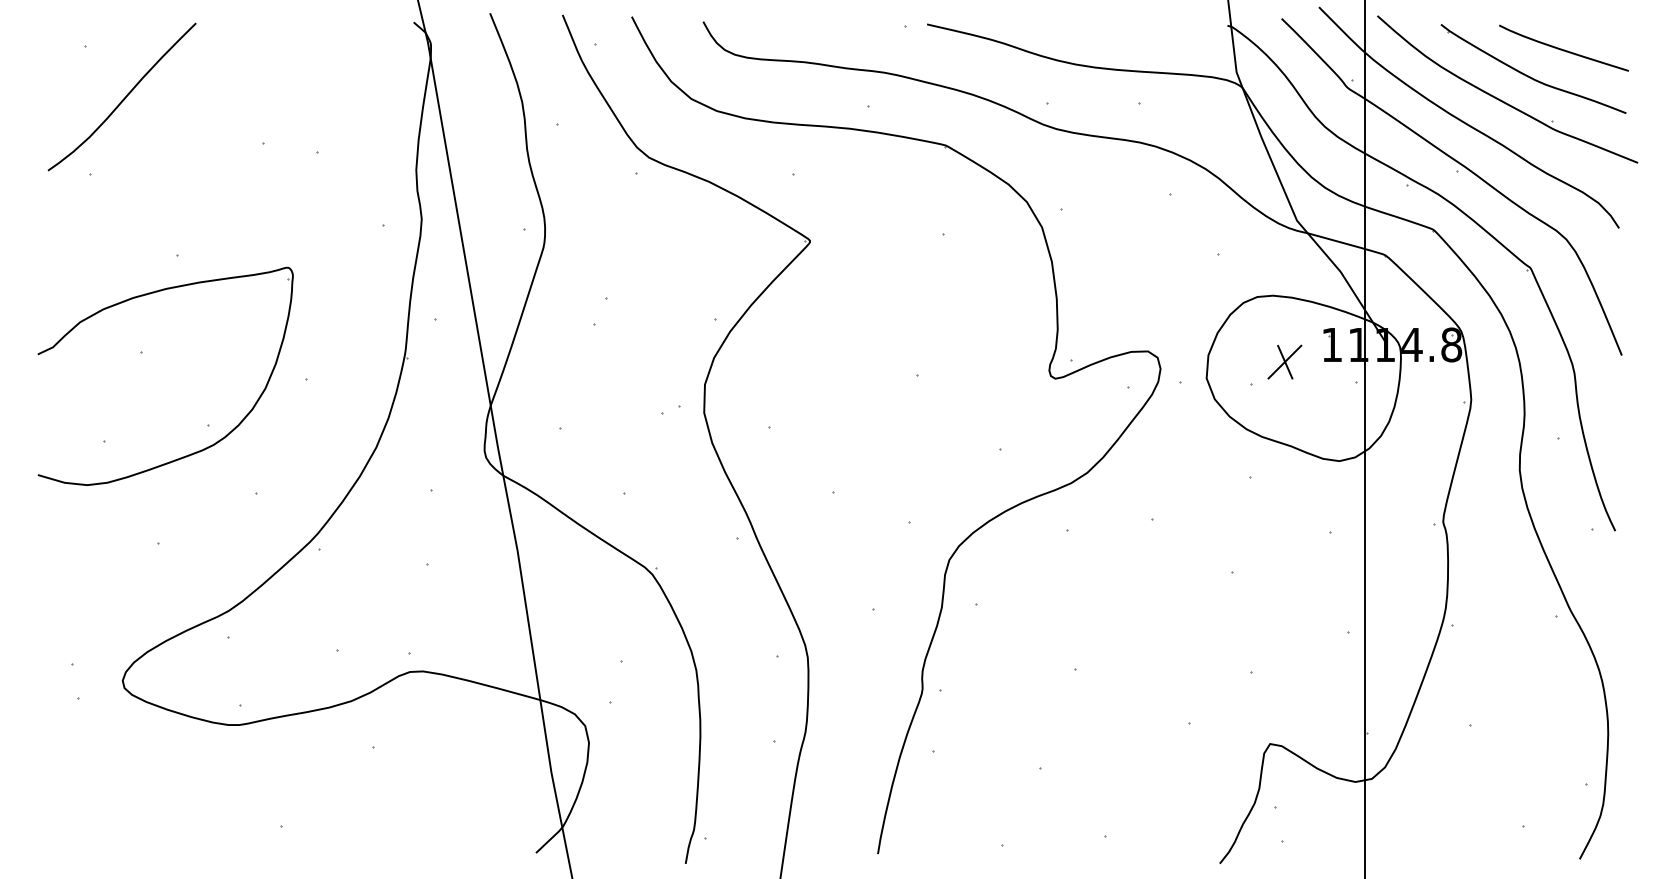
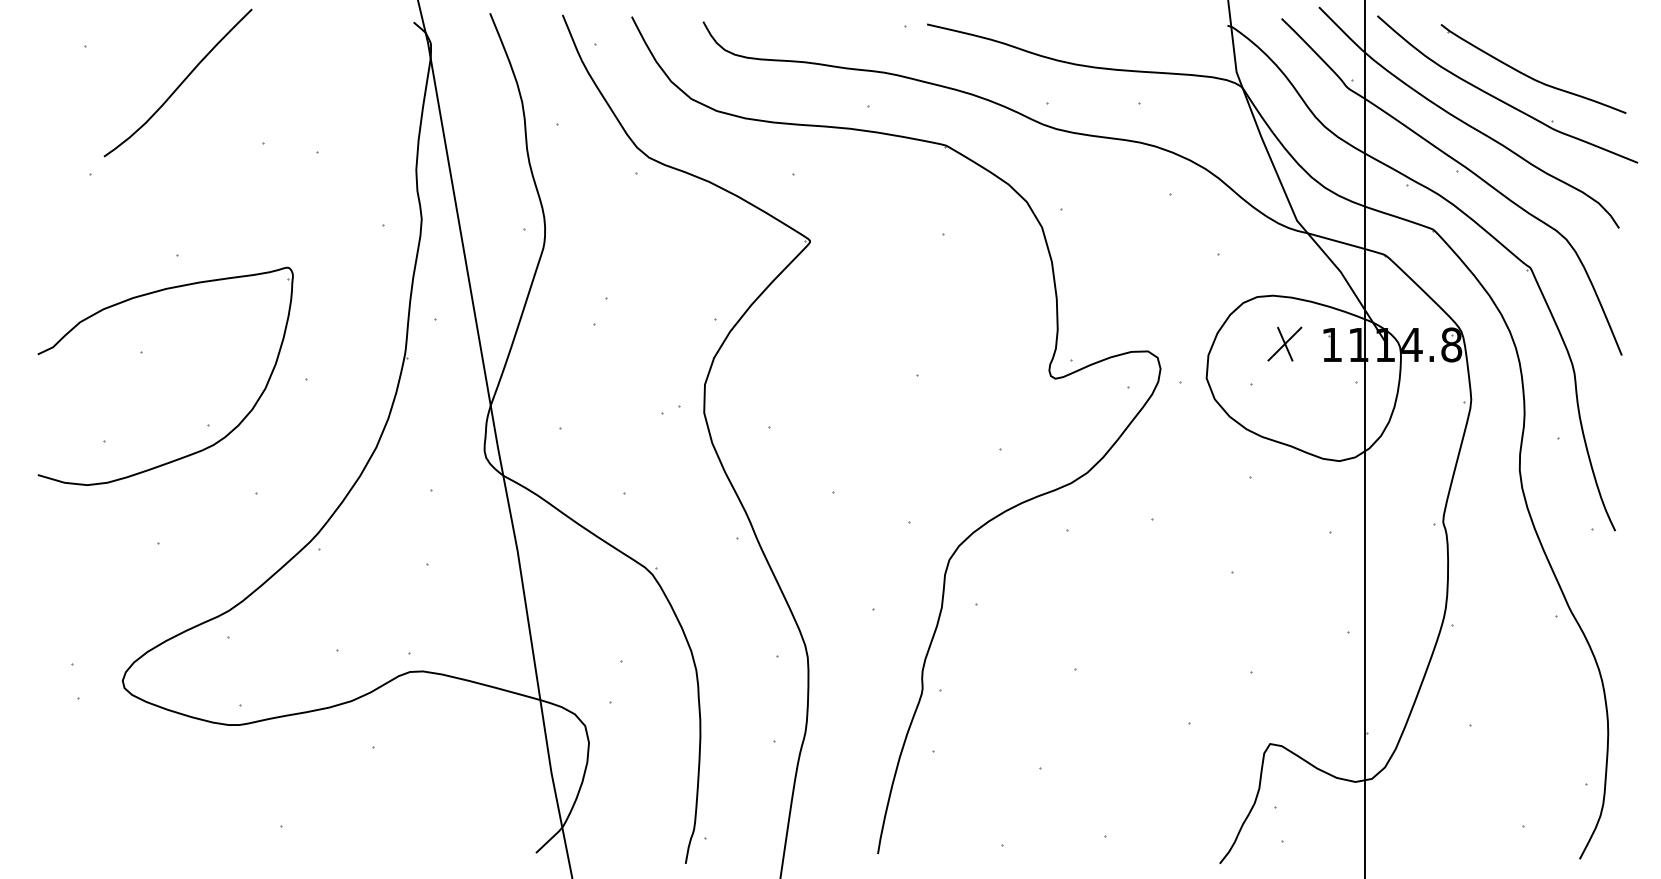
curve at (1563, 49): present -> none
curve at (123, 98) position: (123, 98) -> (179, 84)
part at (1284, 361) position: (1284, 361) -> (1284, 343)
